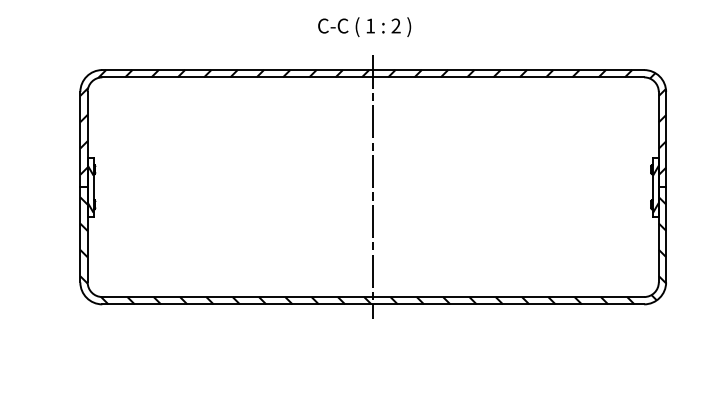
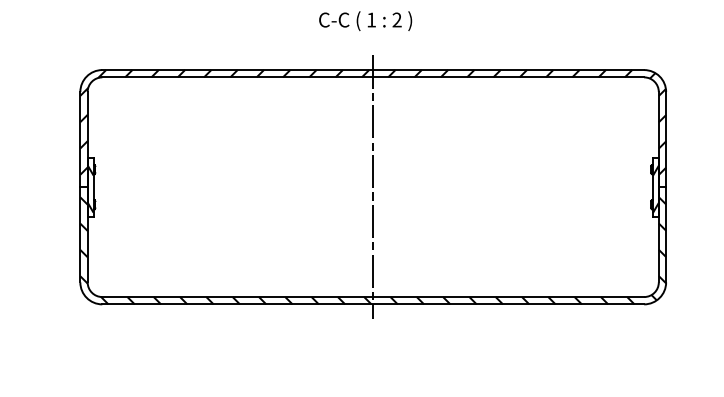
text at (364, 26) position: (364, 26) -> (365, 20)
